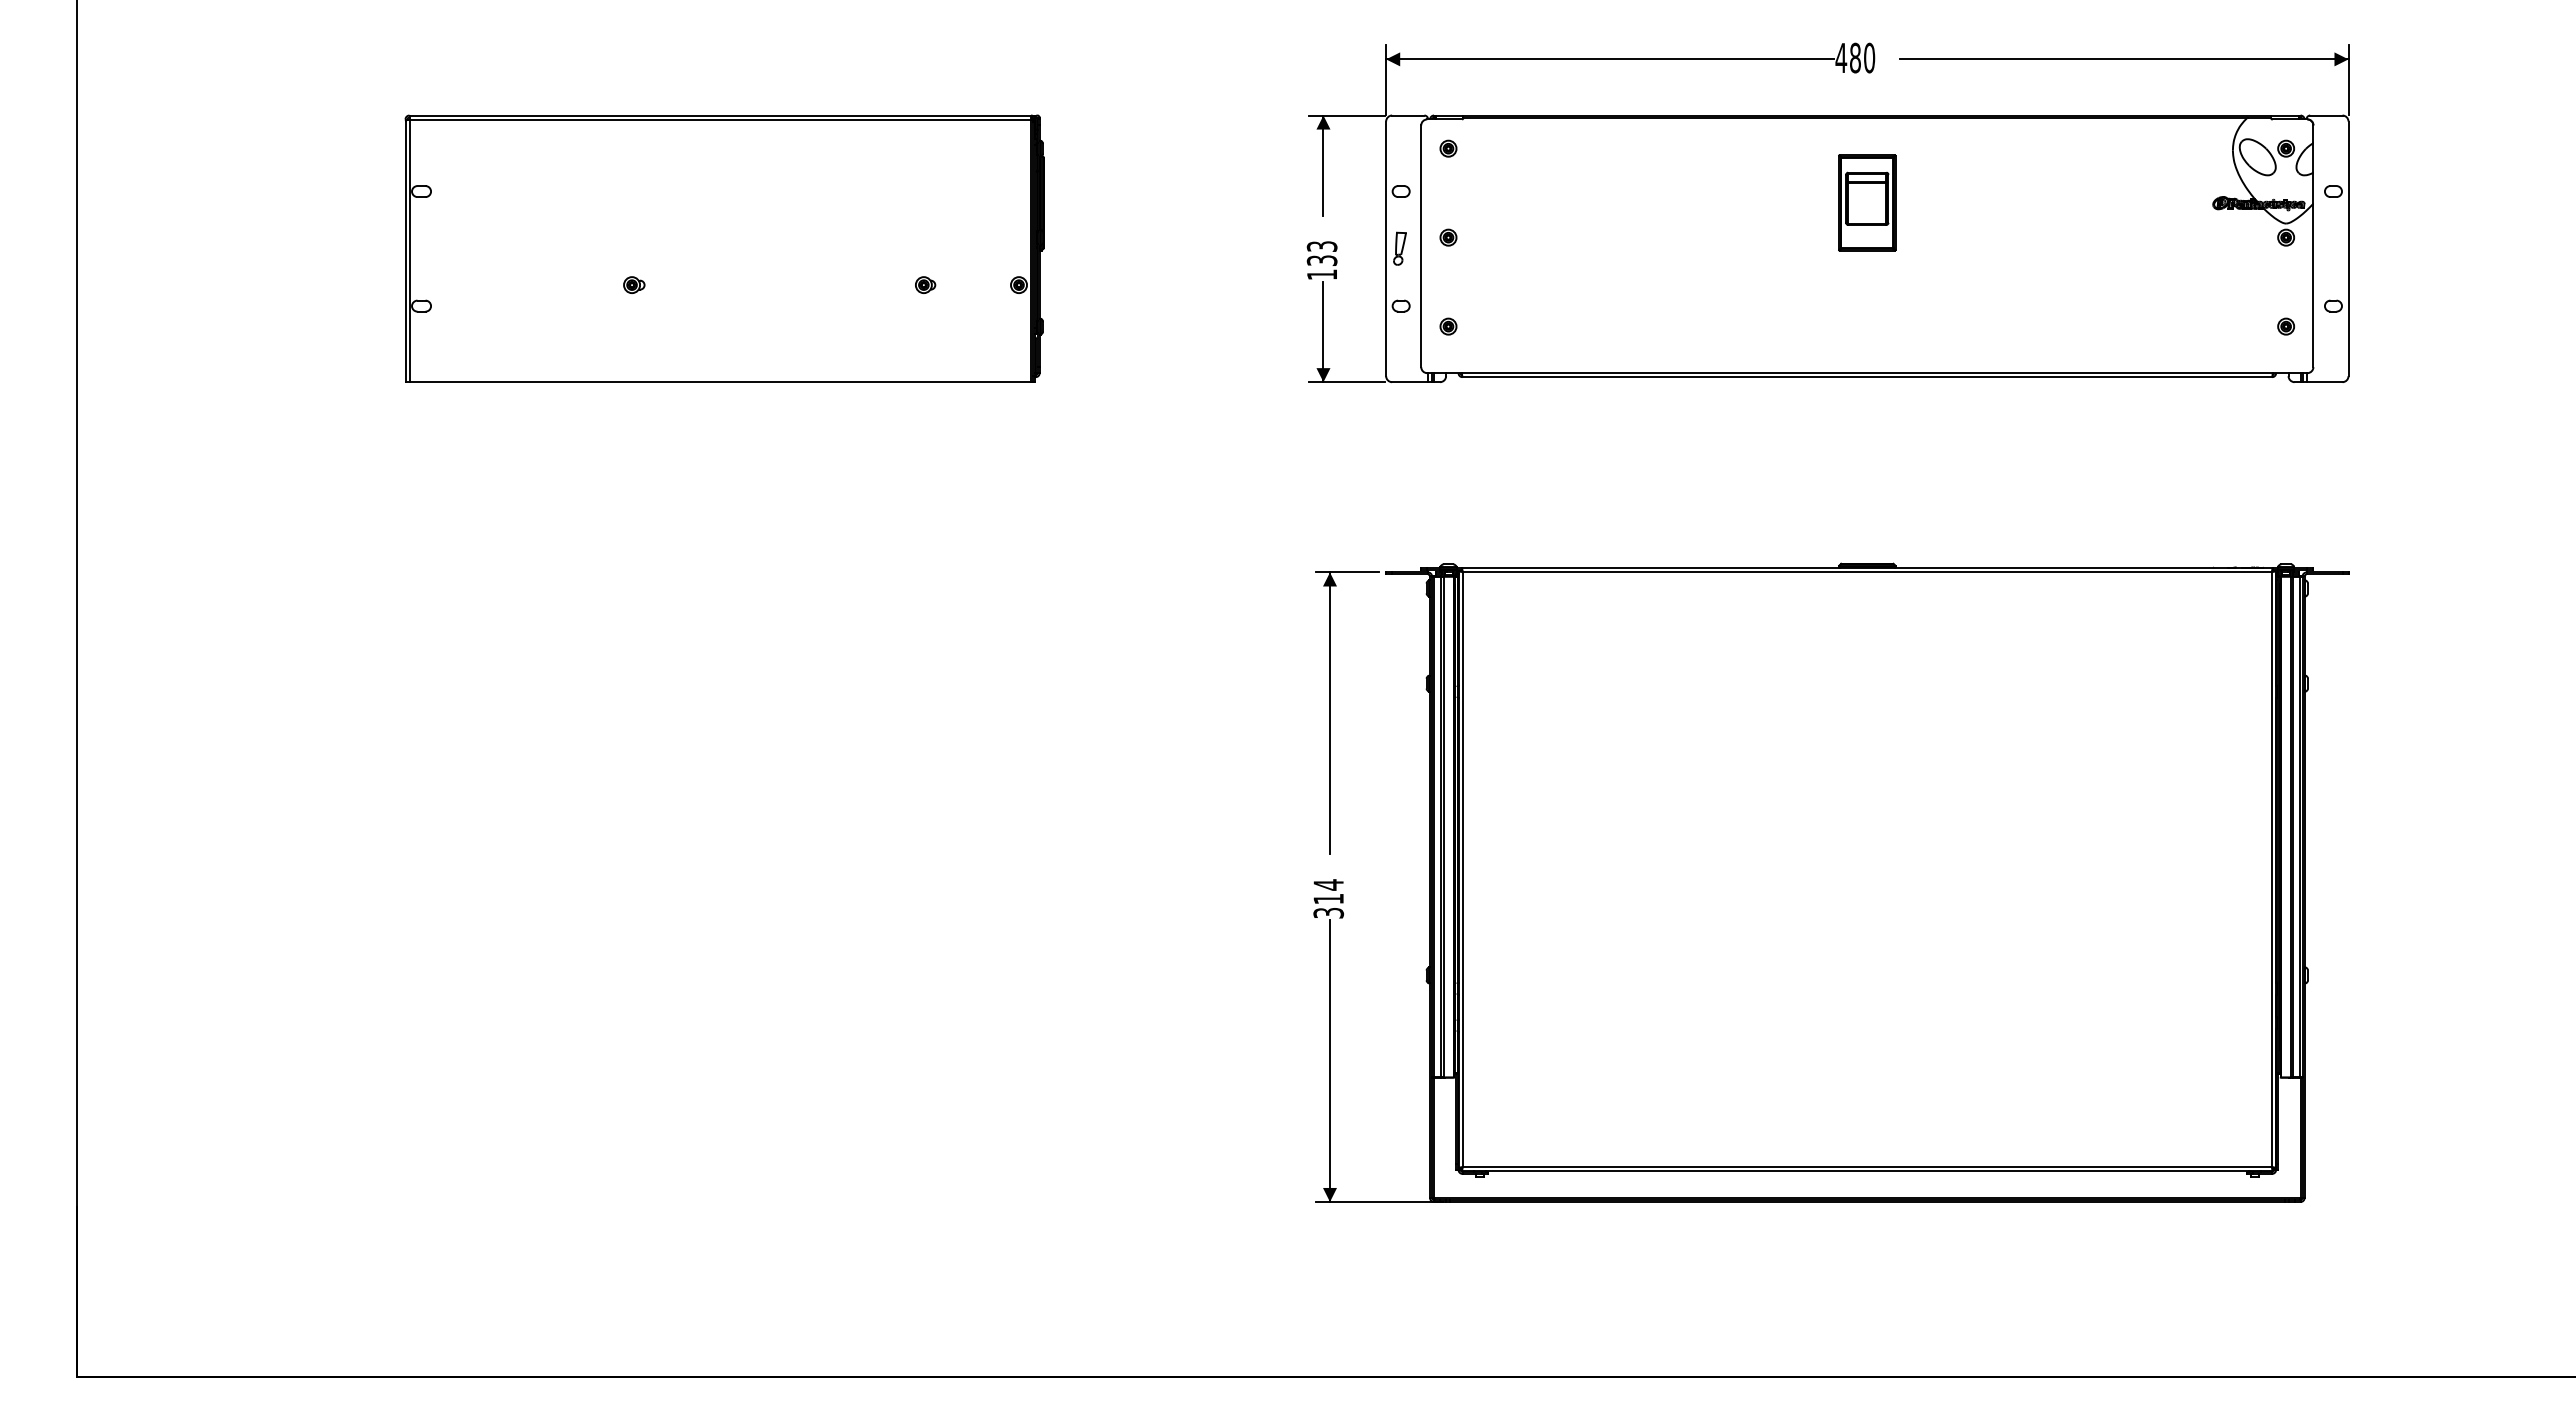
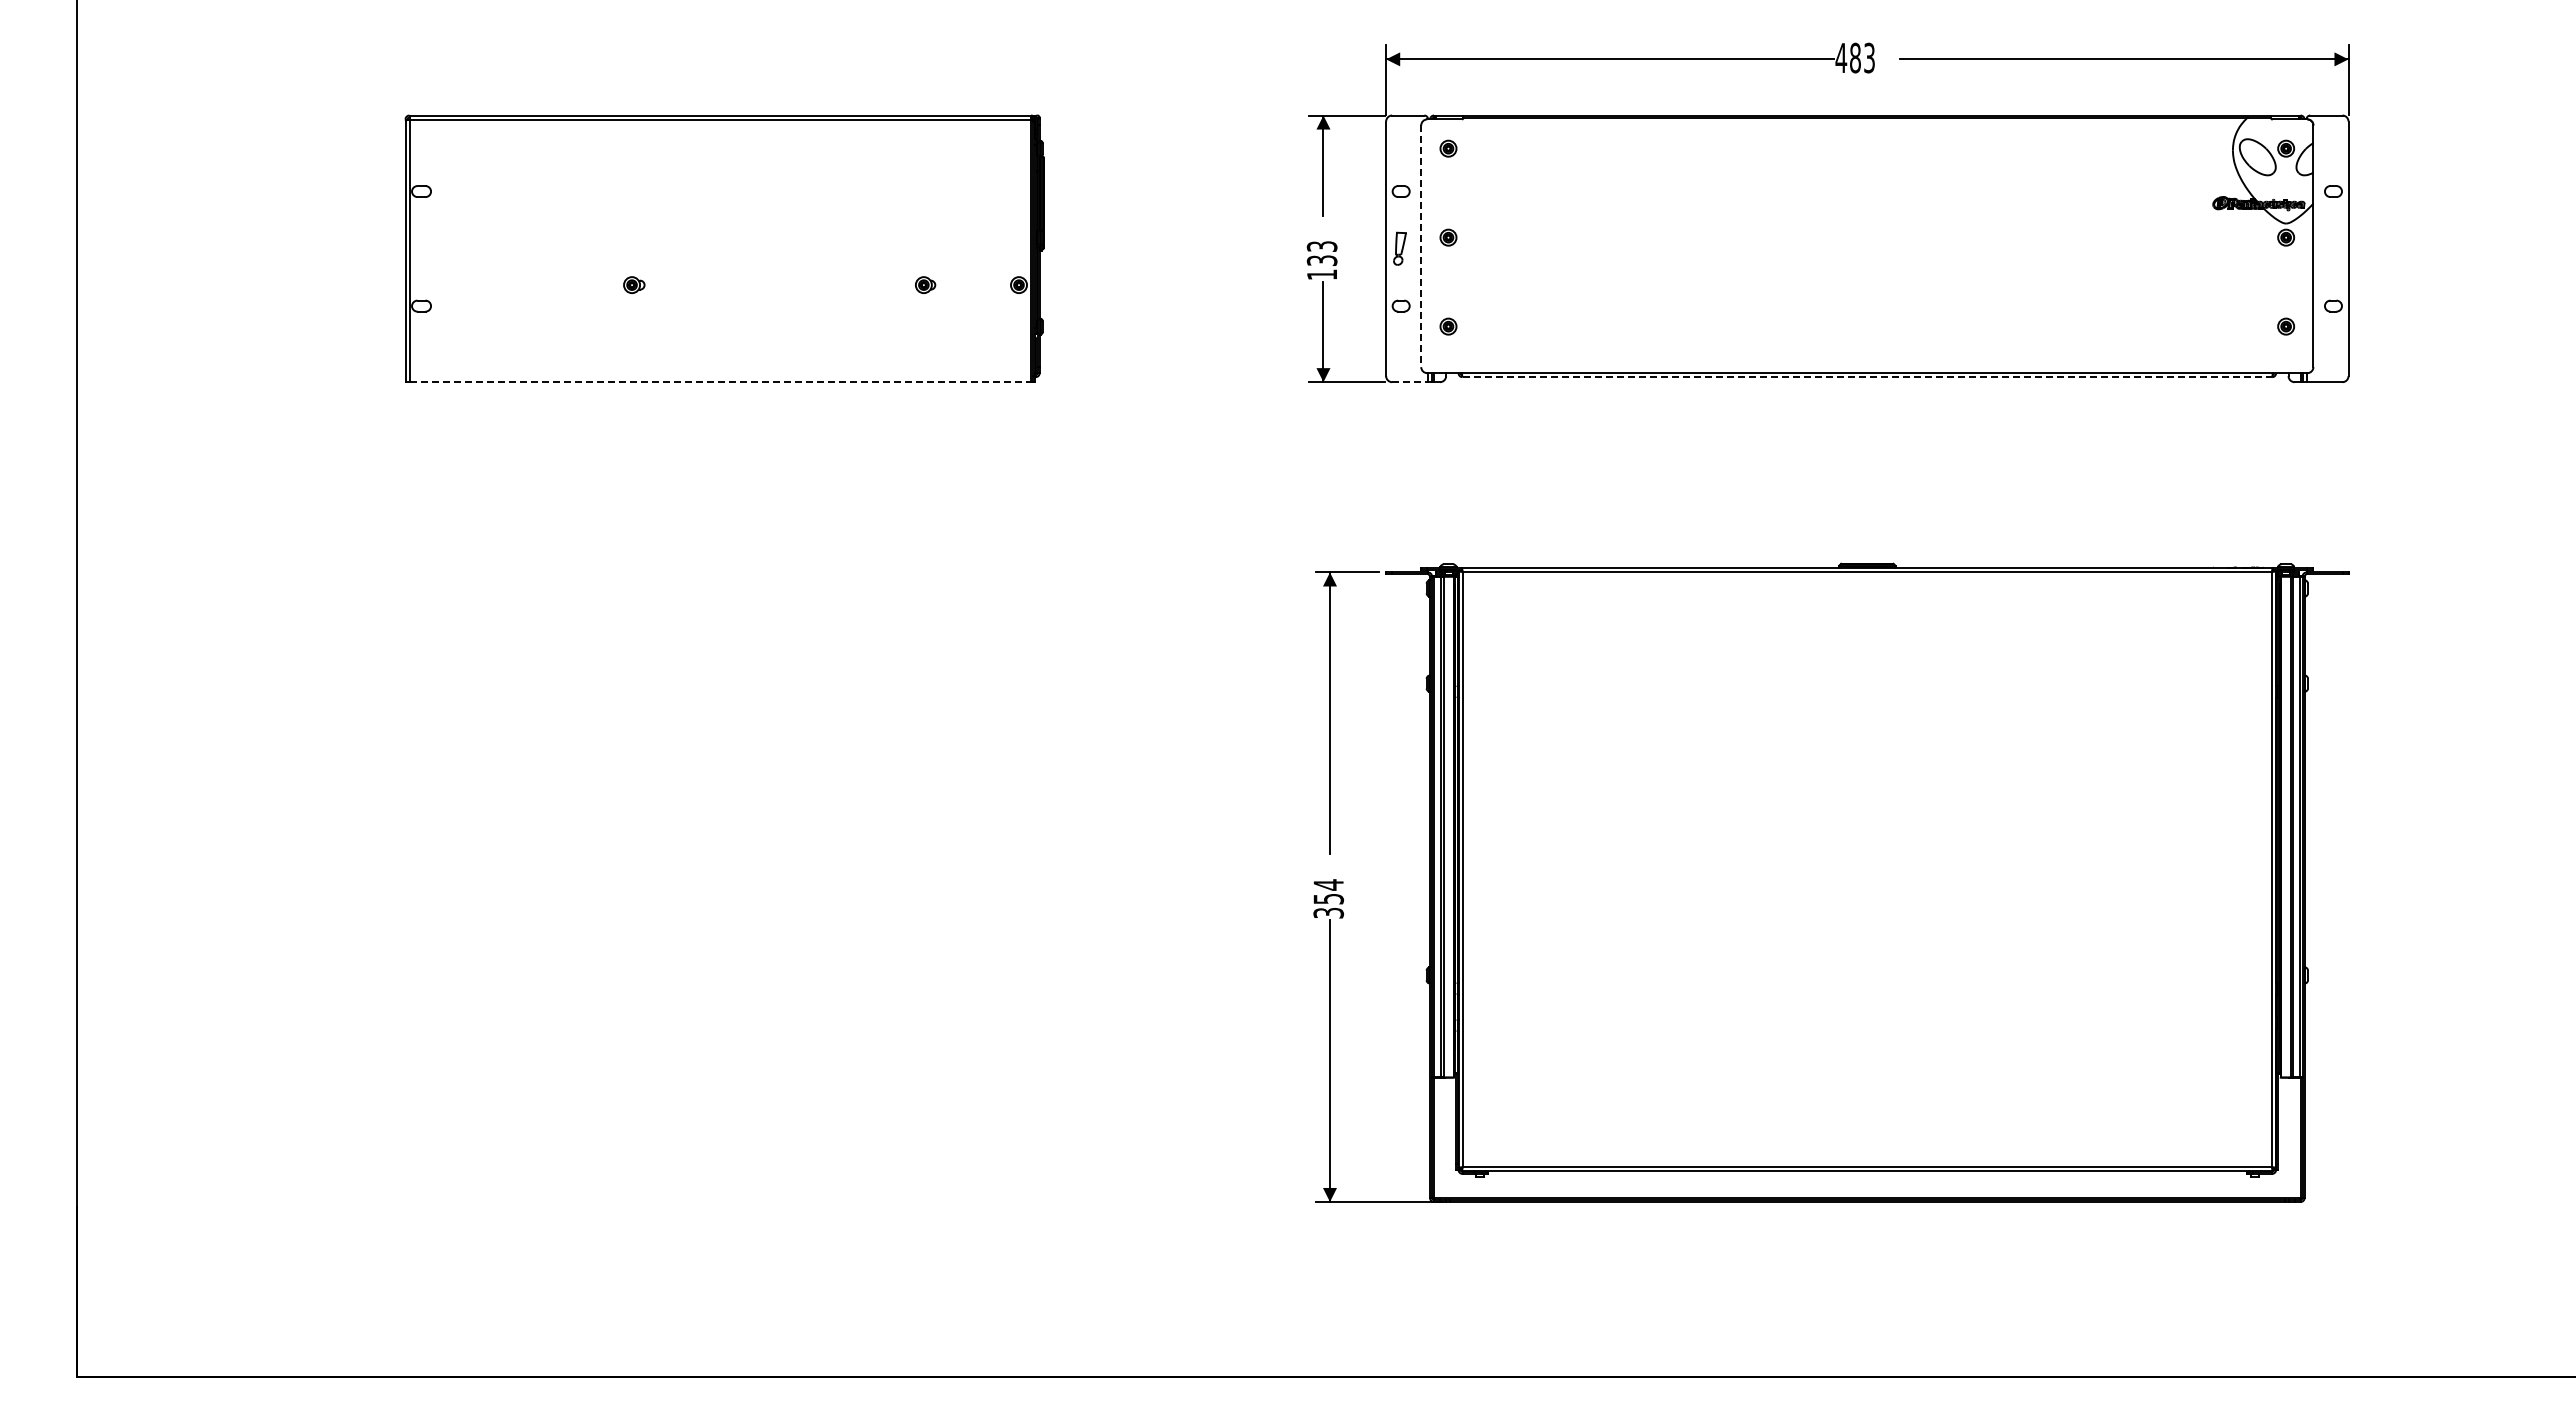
text at (1869, 57): 480 -> 483
part at (1867, 202): present -> none
line at (1421, 246): solid -> dashed
line at (1867, 377): solid -> dashed
line at (720, 382): solid -> dashed
line at (1410, 382): solid -> dashed
text at (1328, 899): 314 -> 354
